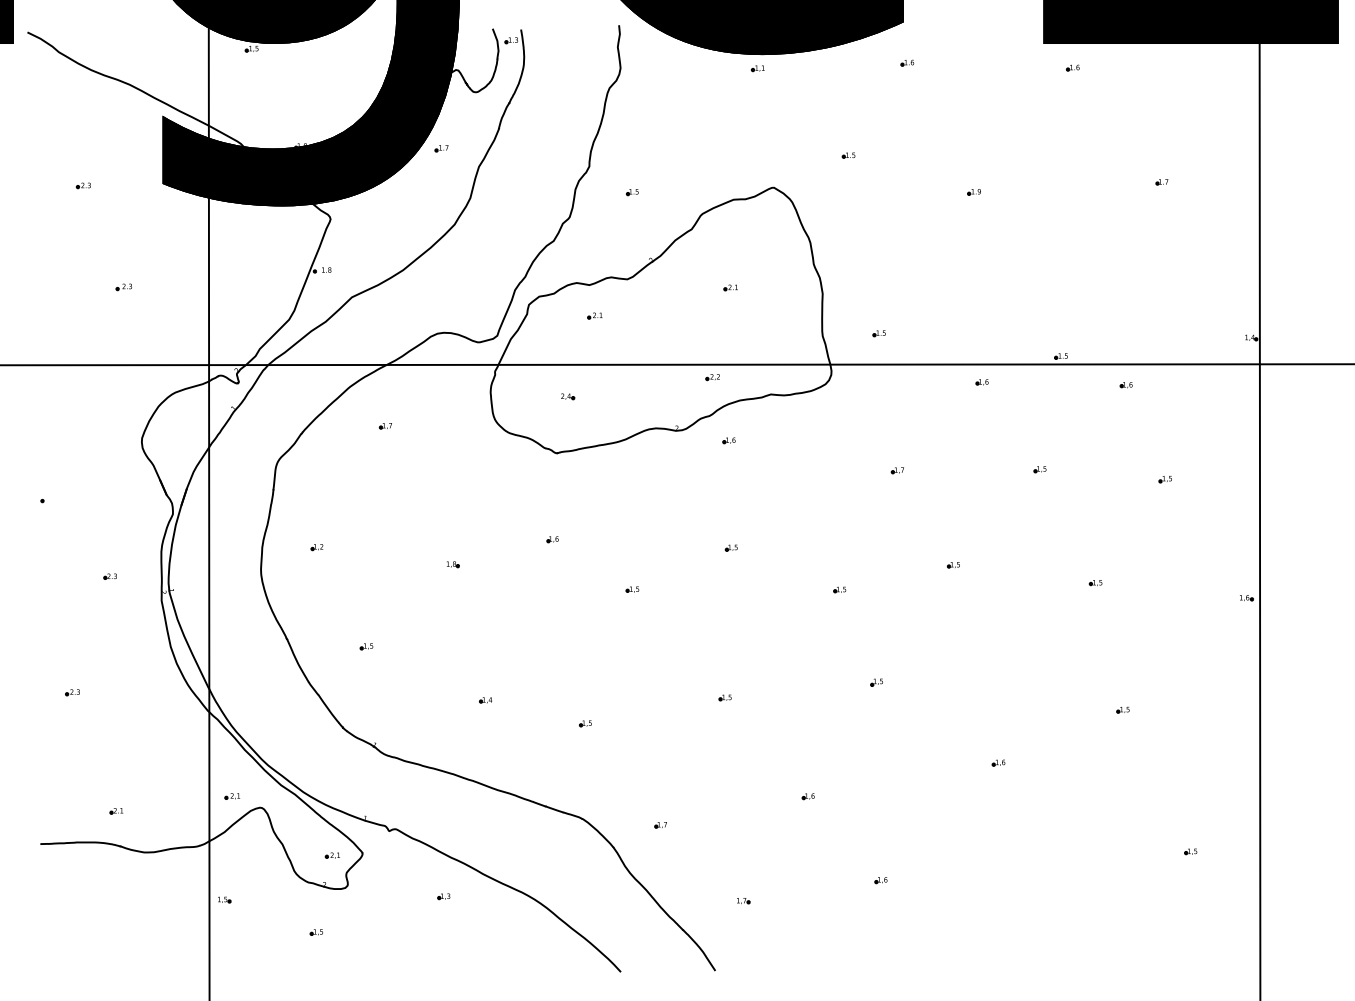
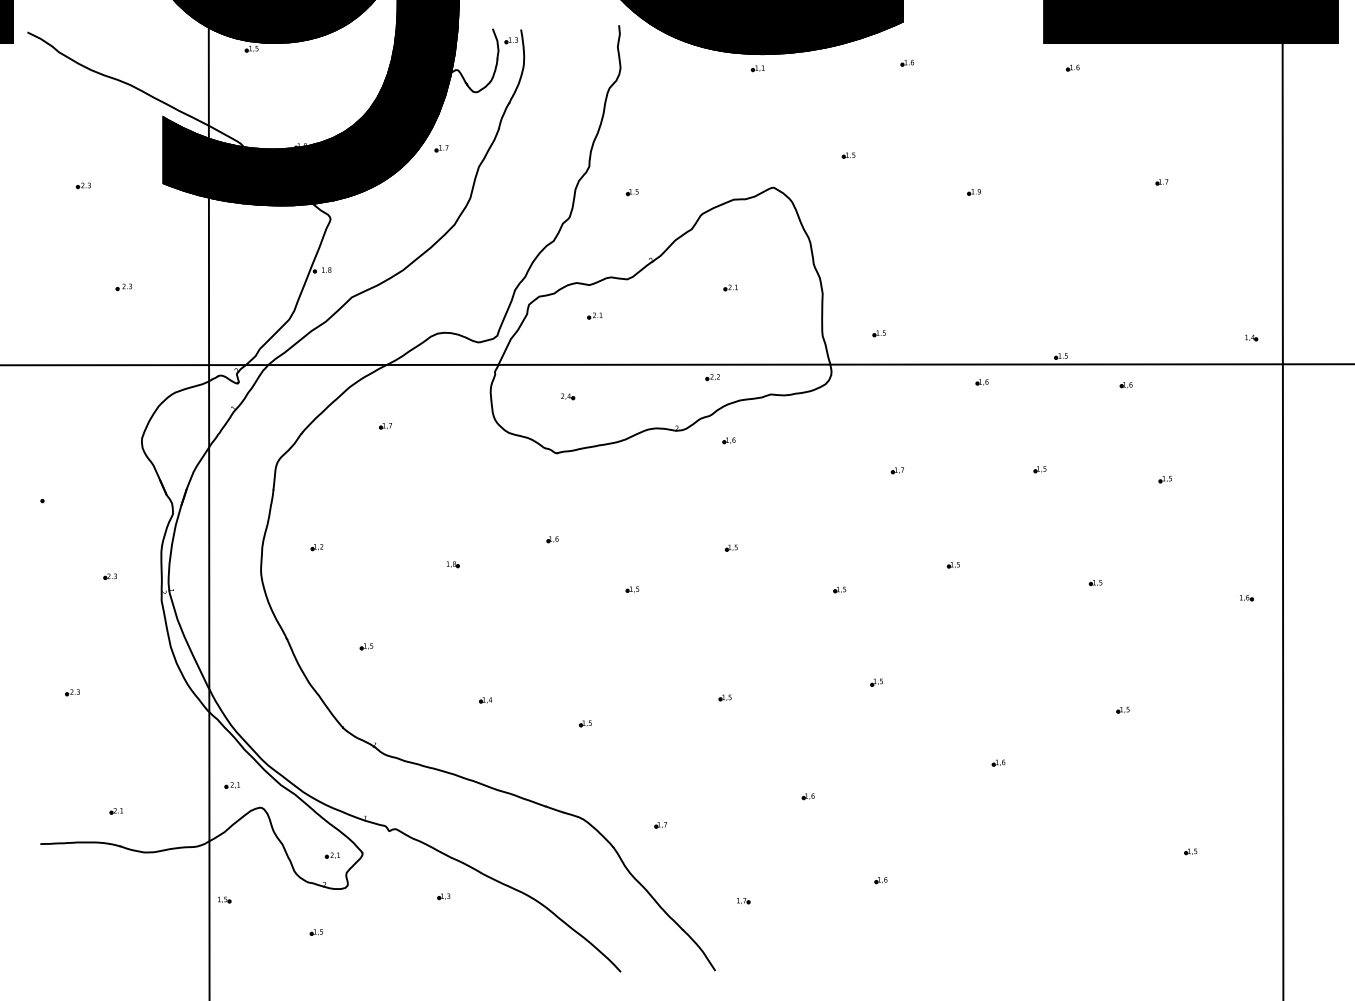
line at (1259, 499) position: (1259, 499) -> (1282, 499)
part at (232, 796) position: (232, 796) -> (232, 785)
